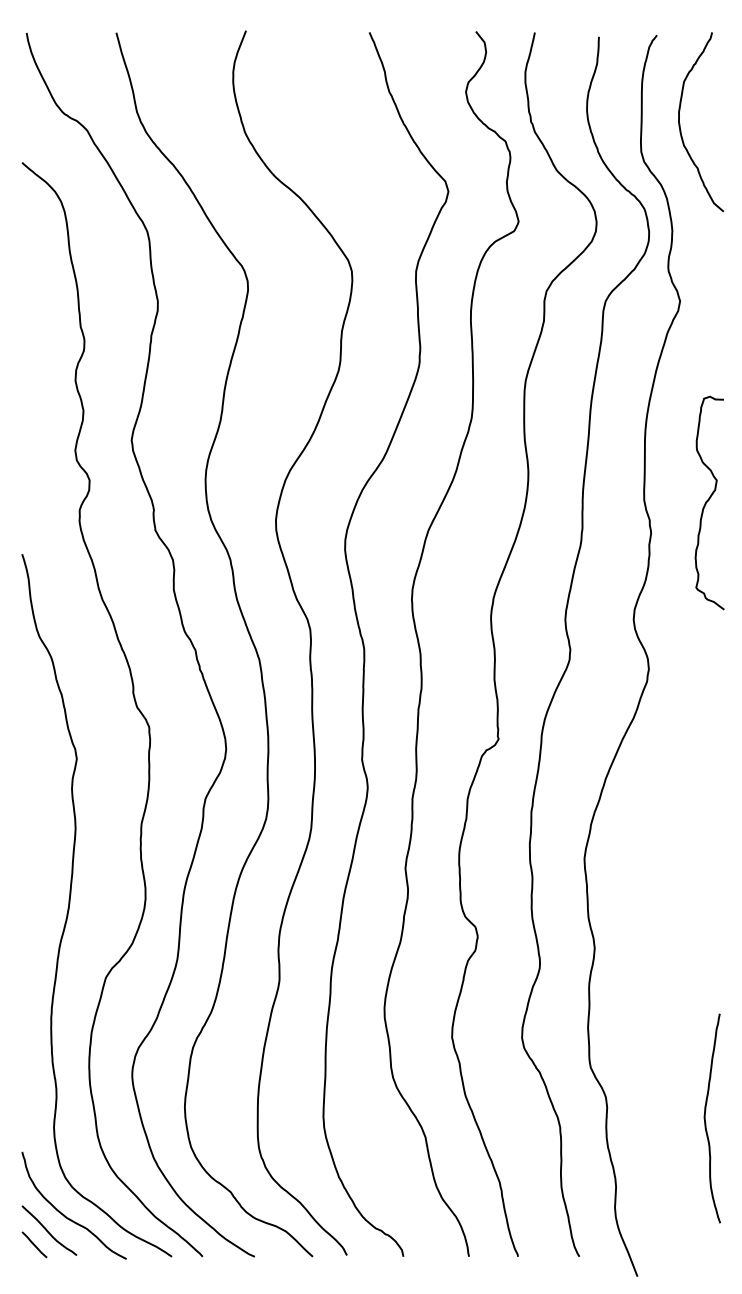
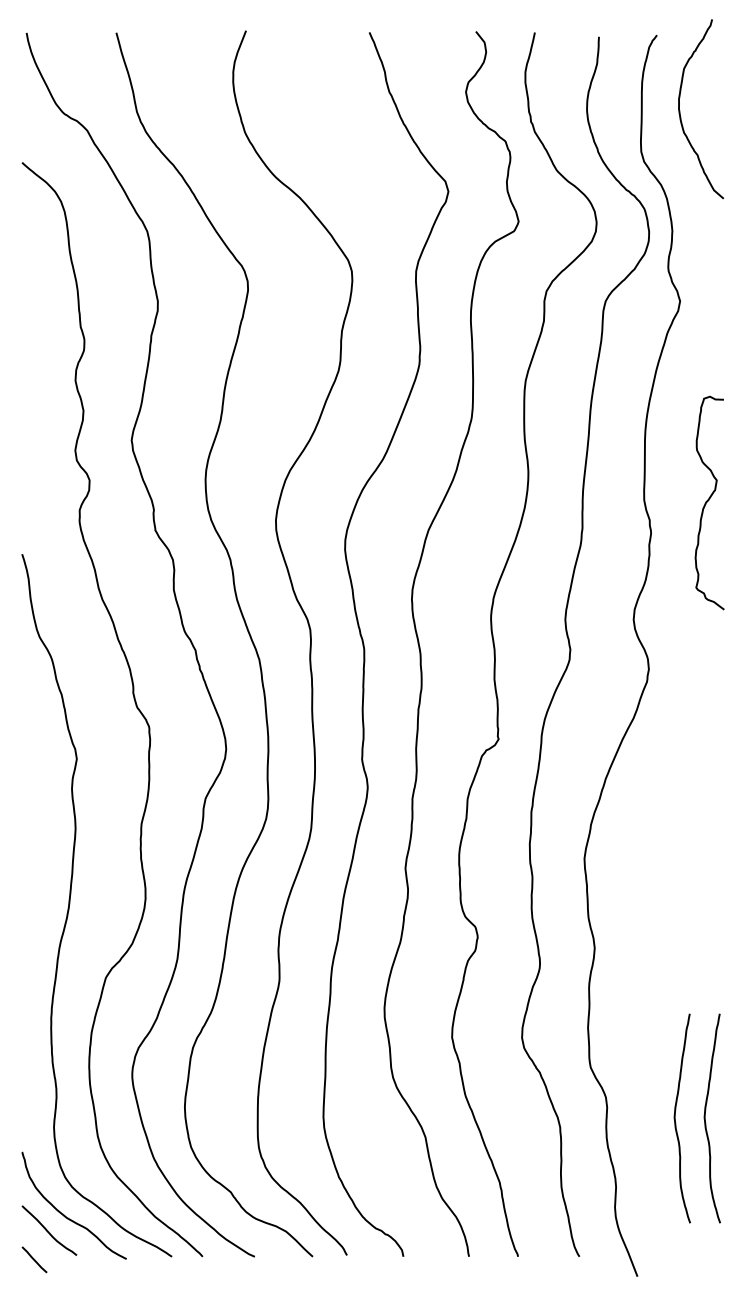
curve at (680, 123) position: (680, 123) -> (680, 110)
curve at (675, 1118): none -> present
line at (34, 1244) position: (34, 1244) -> (34, 1259)
